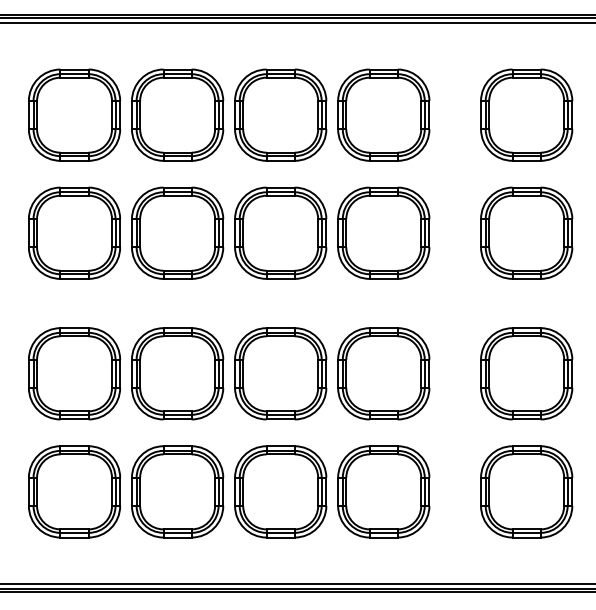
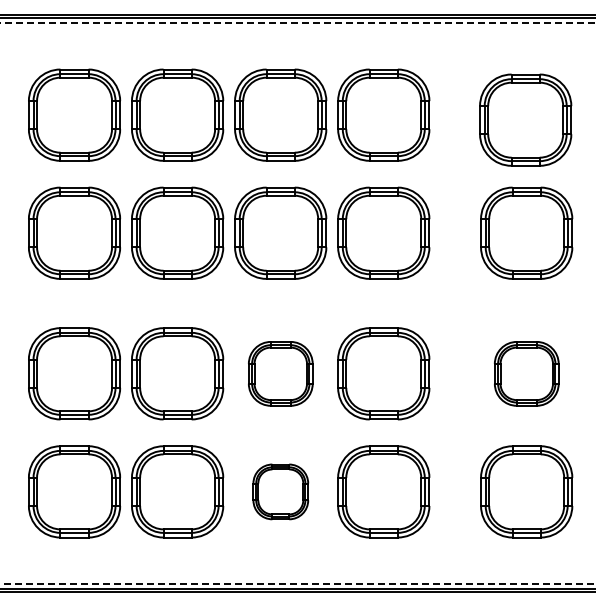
line at (297, 22): solid -> dashed
part at (526, 114) position: (526, 114) -> (525, 119)
part at (280, 373) size: 94x94 px -> 66x66 px
part at (526, 373) size: 94x94 px -> 66x66 px
part at (280, 491) size: 94x94 px -> 58x58 px
line at (298, 584): solid -> dashed
